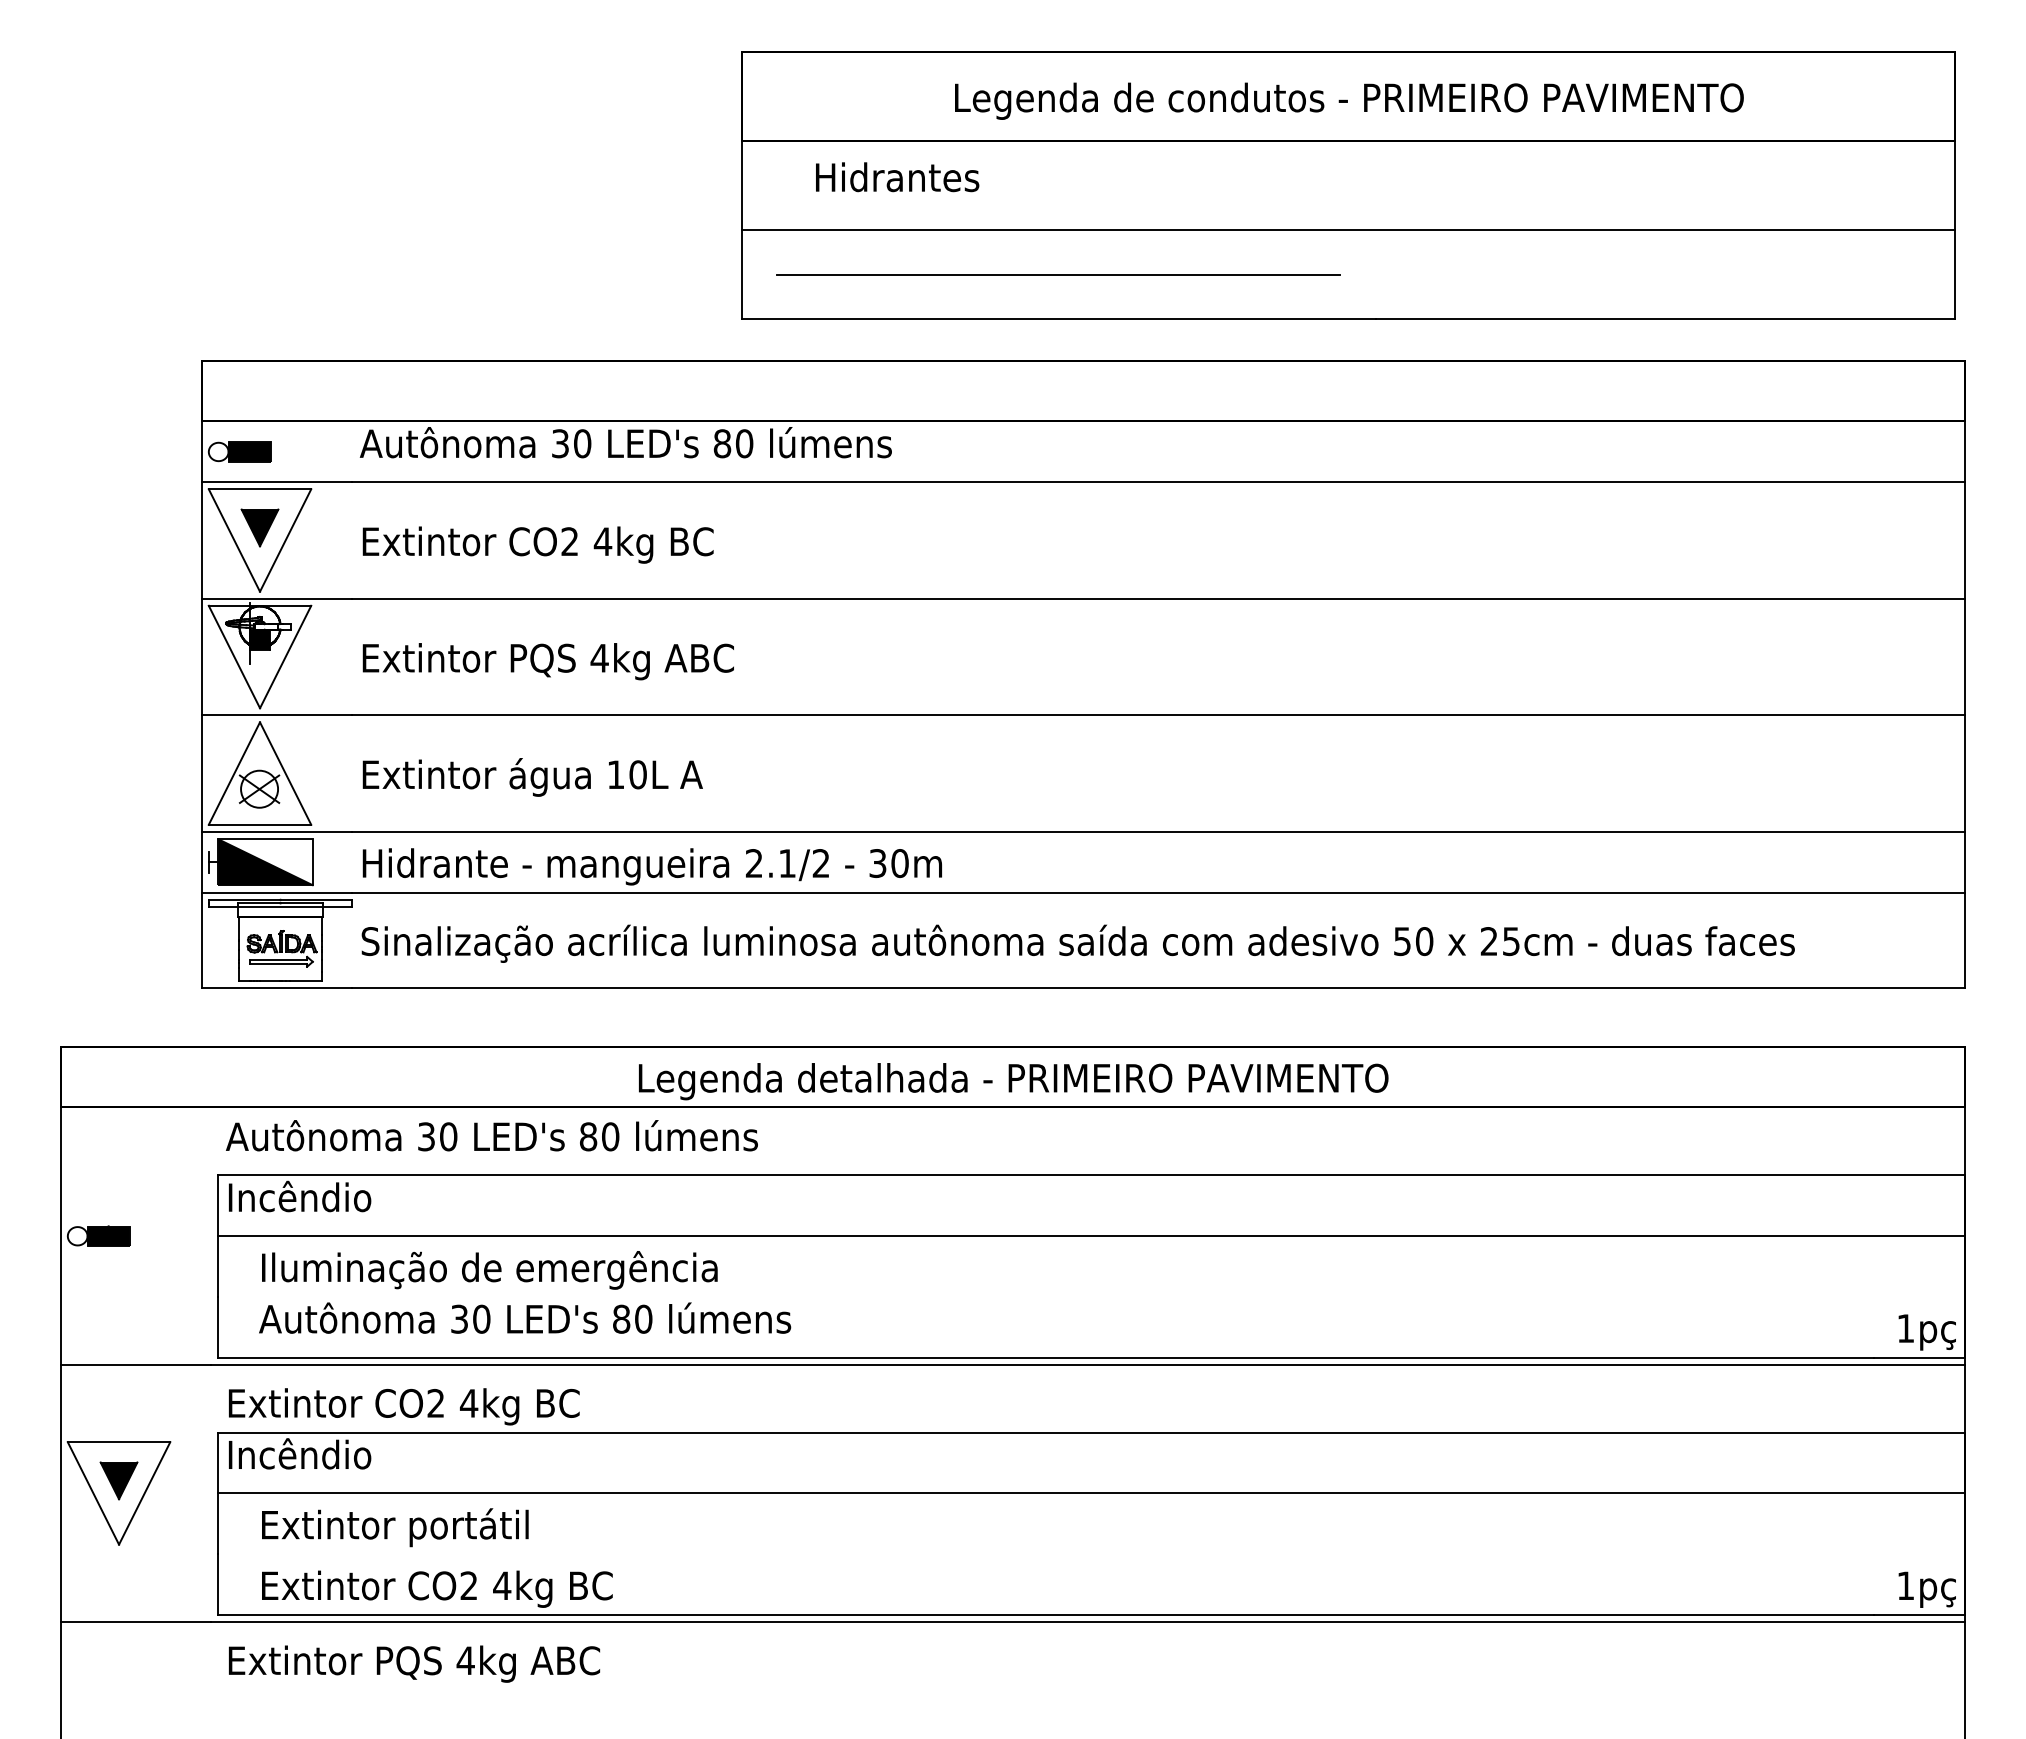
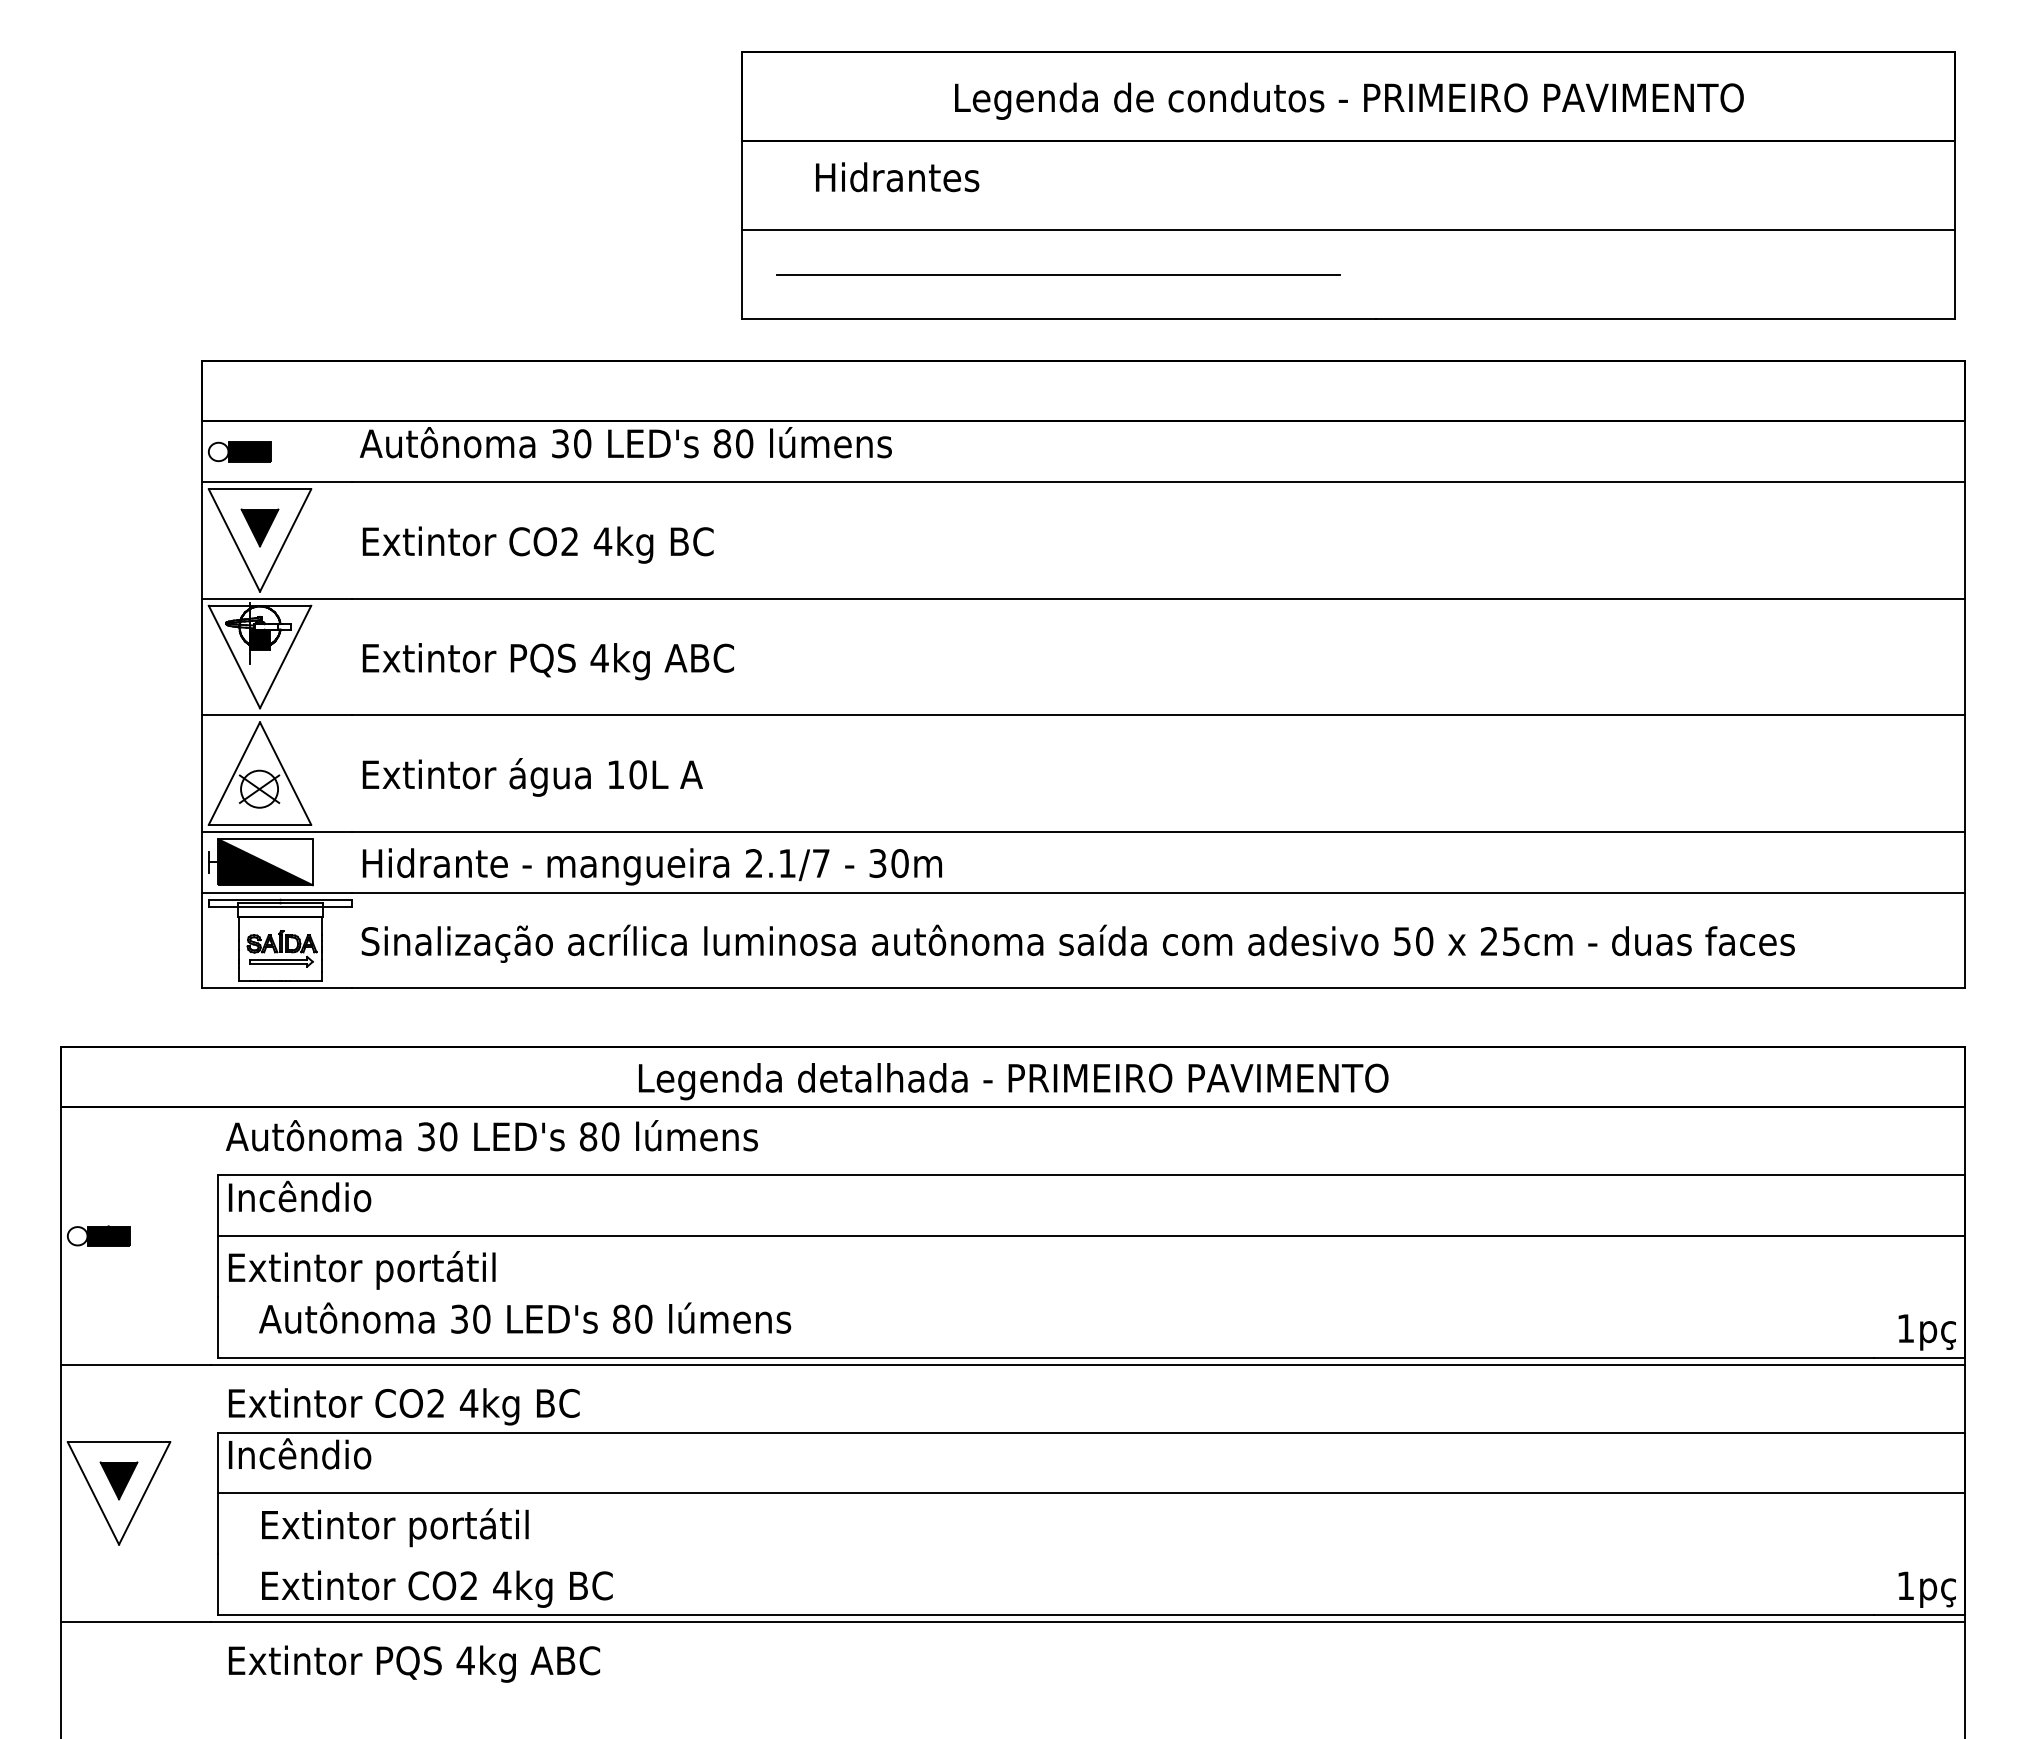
text at (820, 863): 2.1/2 -> 2.1/7
text at (472, 1270): Iluminação de emergência -> Extintor portátil
